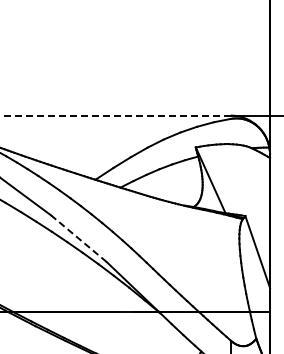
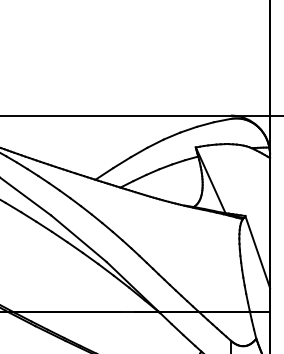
line at (114, 115): dashed -> solid
line at (78, 238): dashed -> solid
